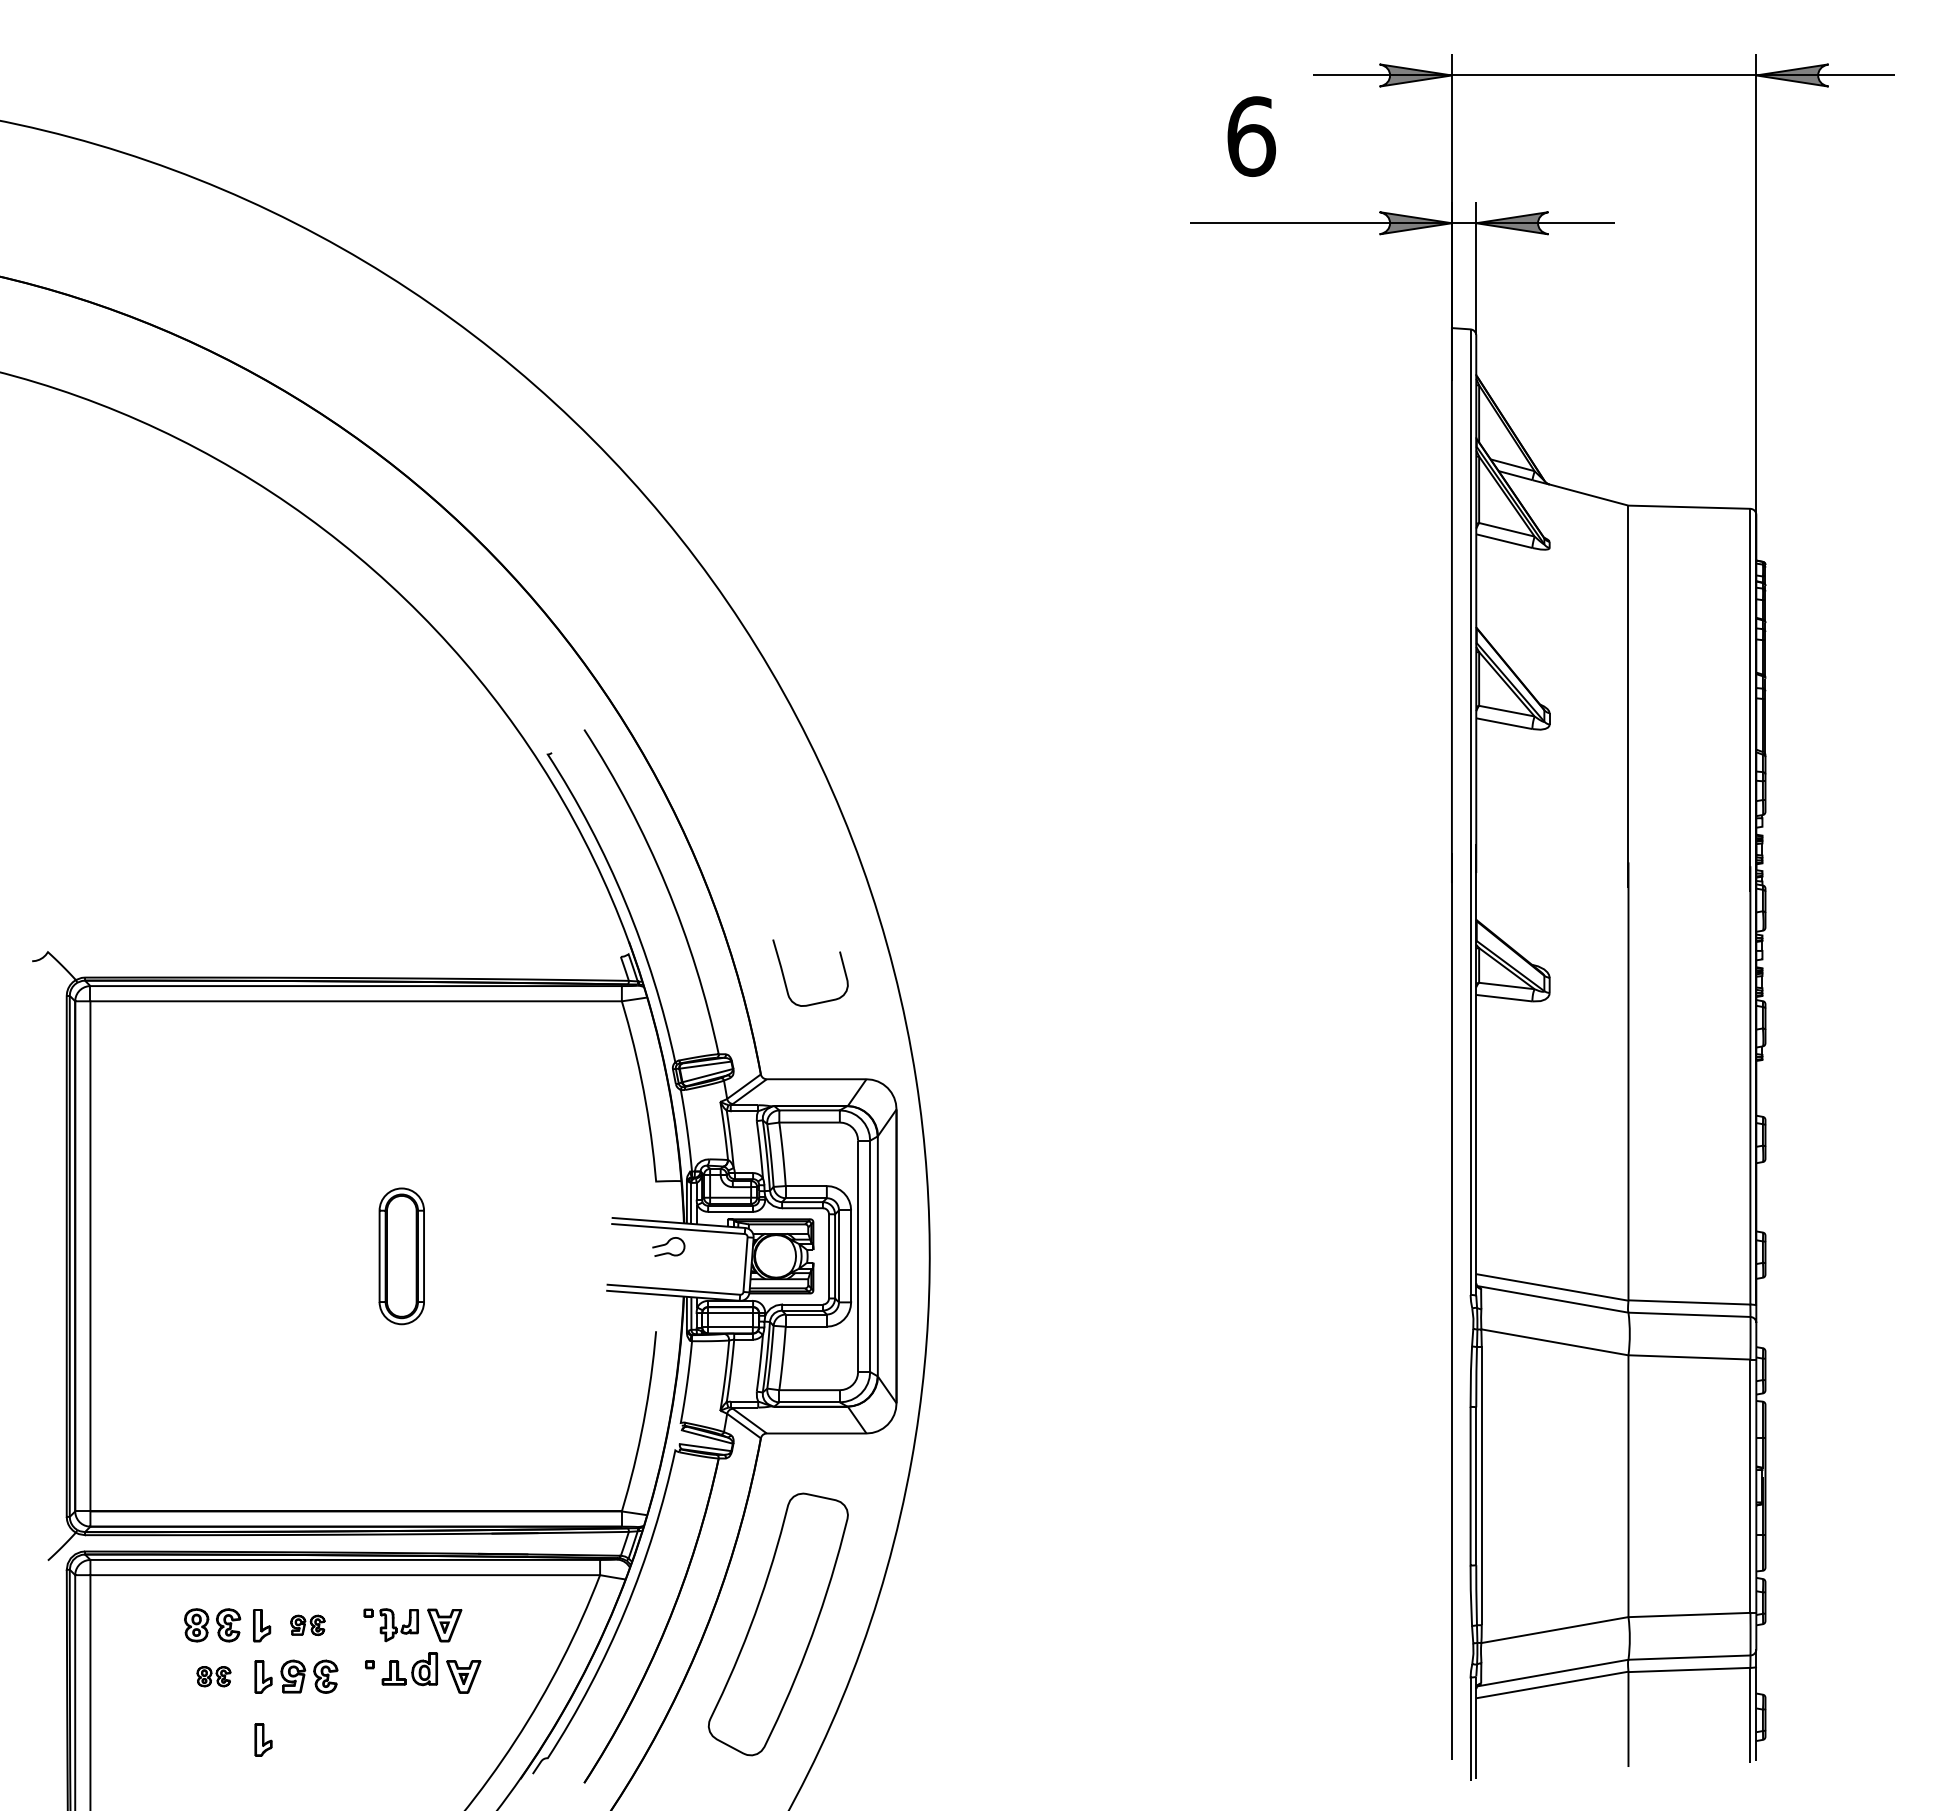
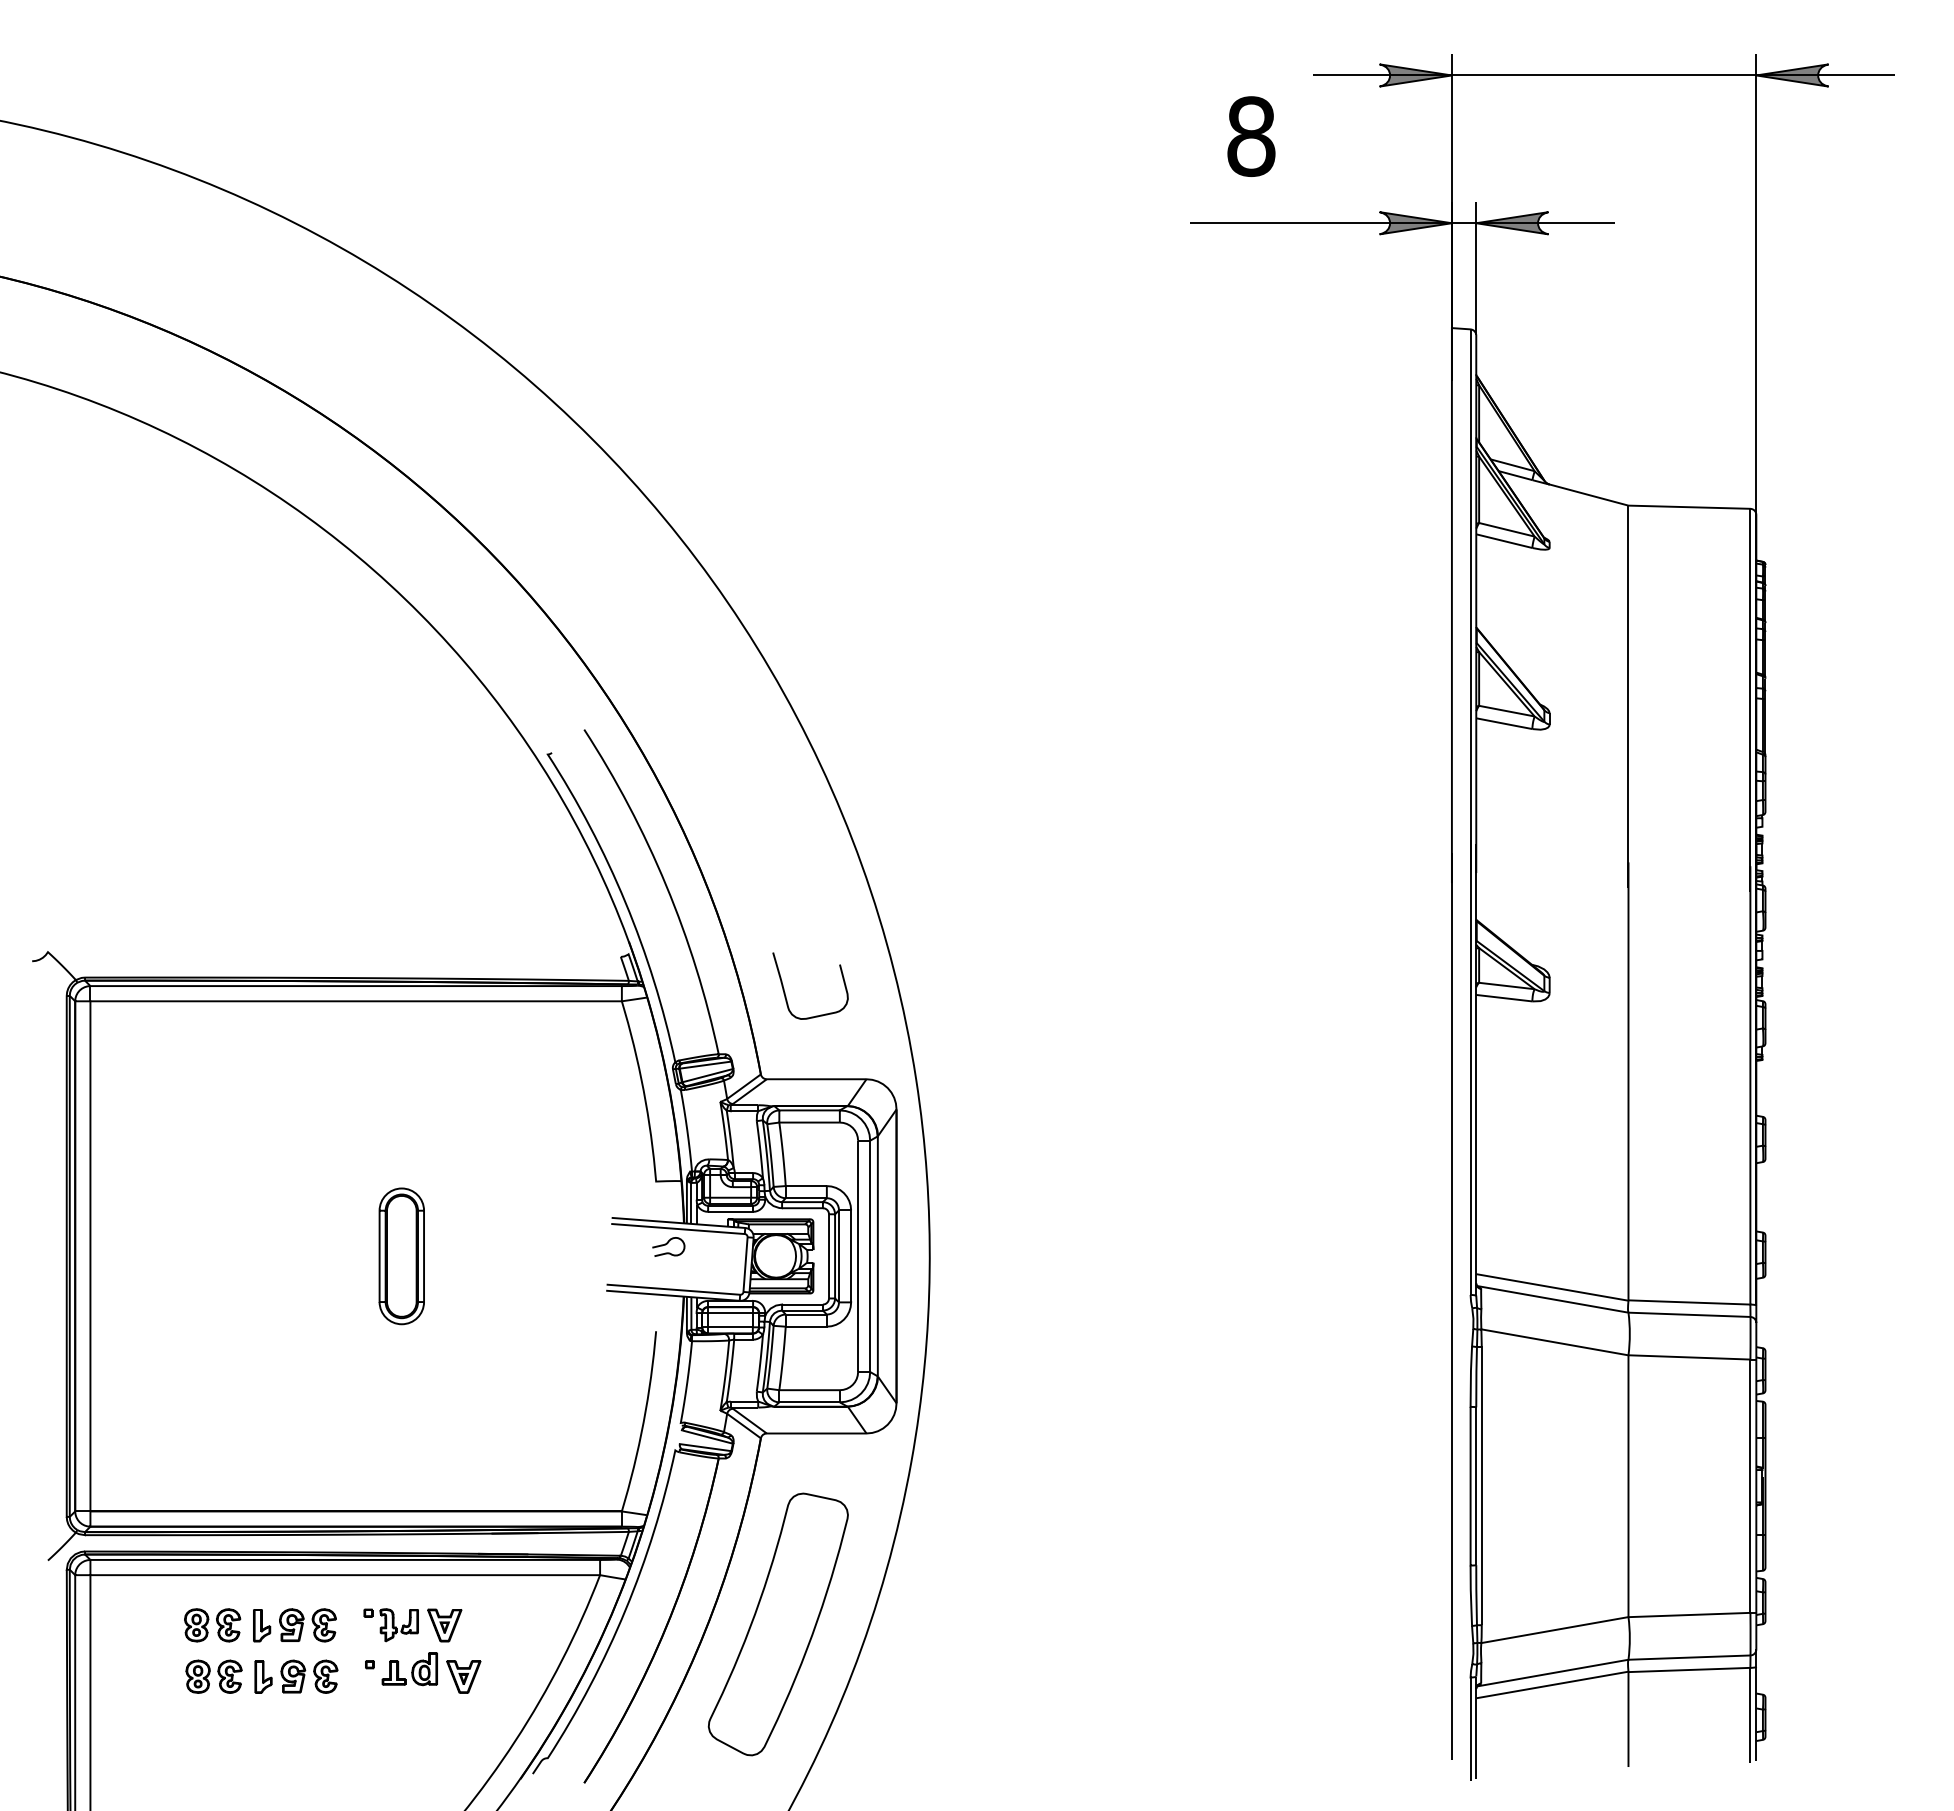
text at (1251, 136): 6 -> 8
curve at (785, 979) position: (785, 979) -> (785, 992)
part at (307, 1625) size: 36x23 px -> 58x35 px
part at (213, 1676) size: 36x22 px -> 58x35 px
part at (263, 1739): present -> none
